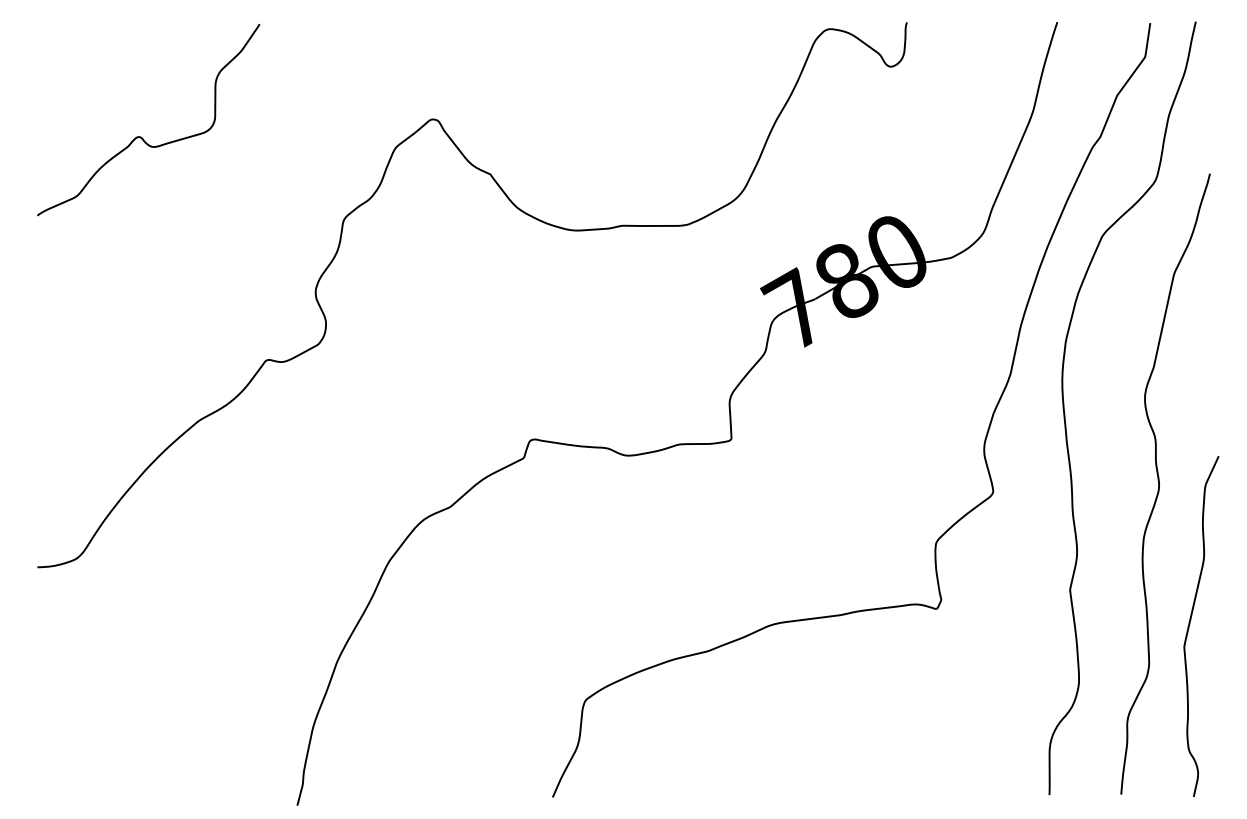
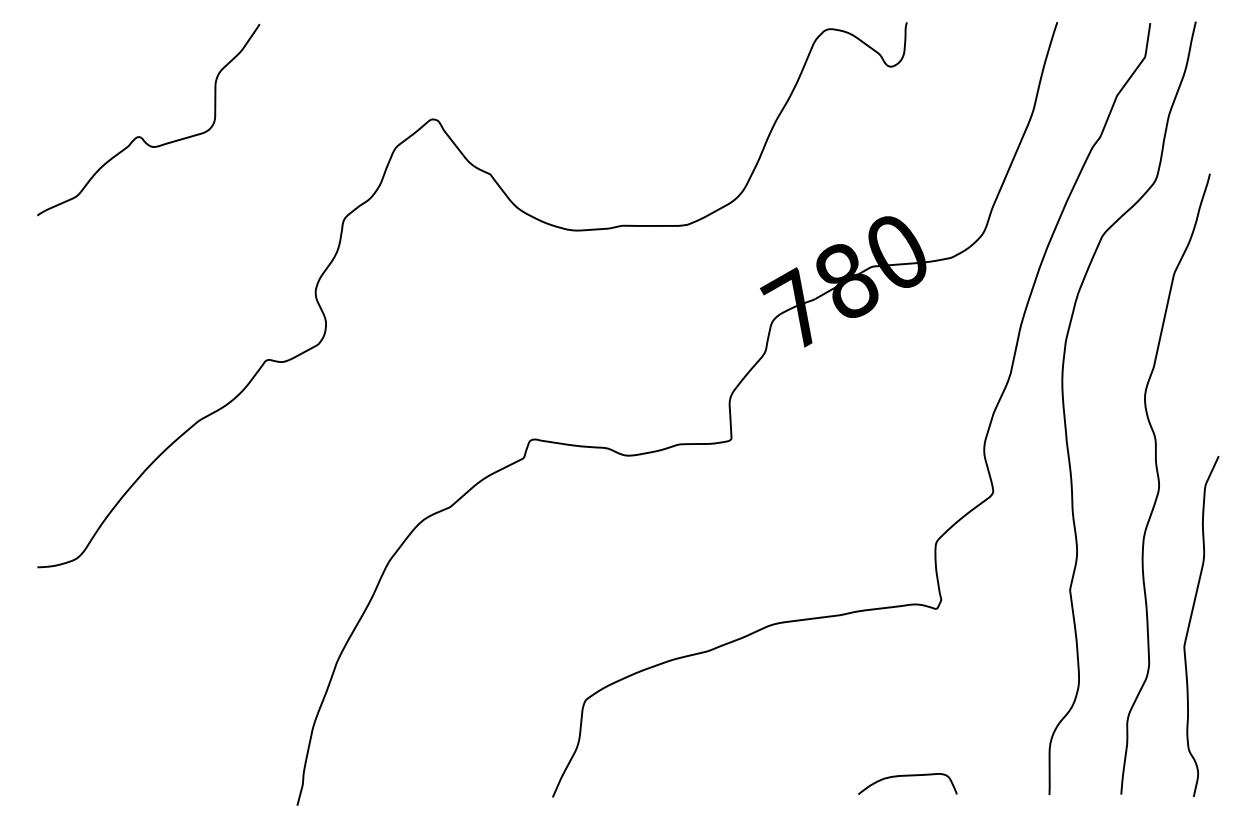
curve at (907, 776): none -> present
